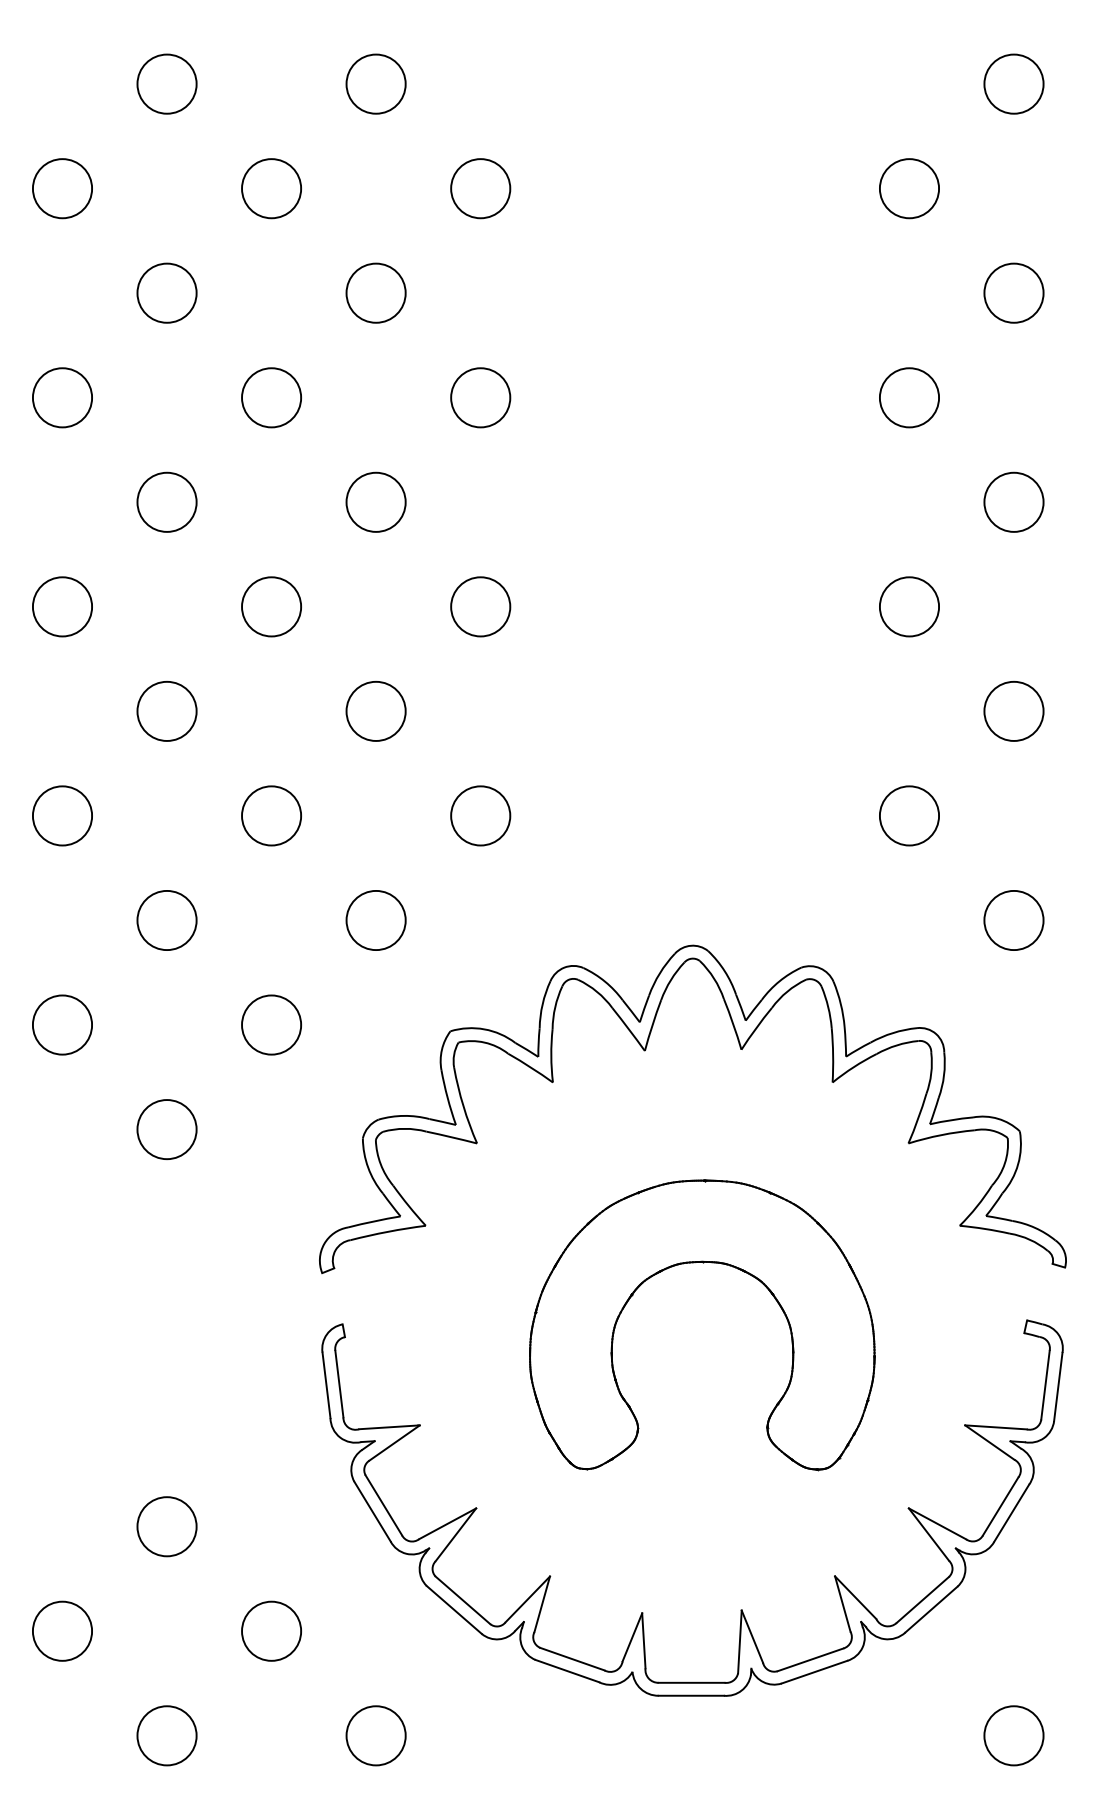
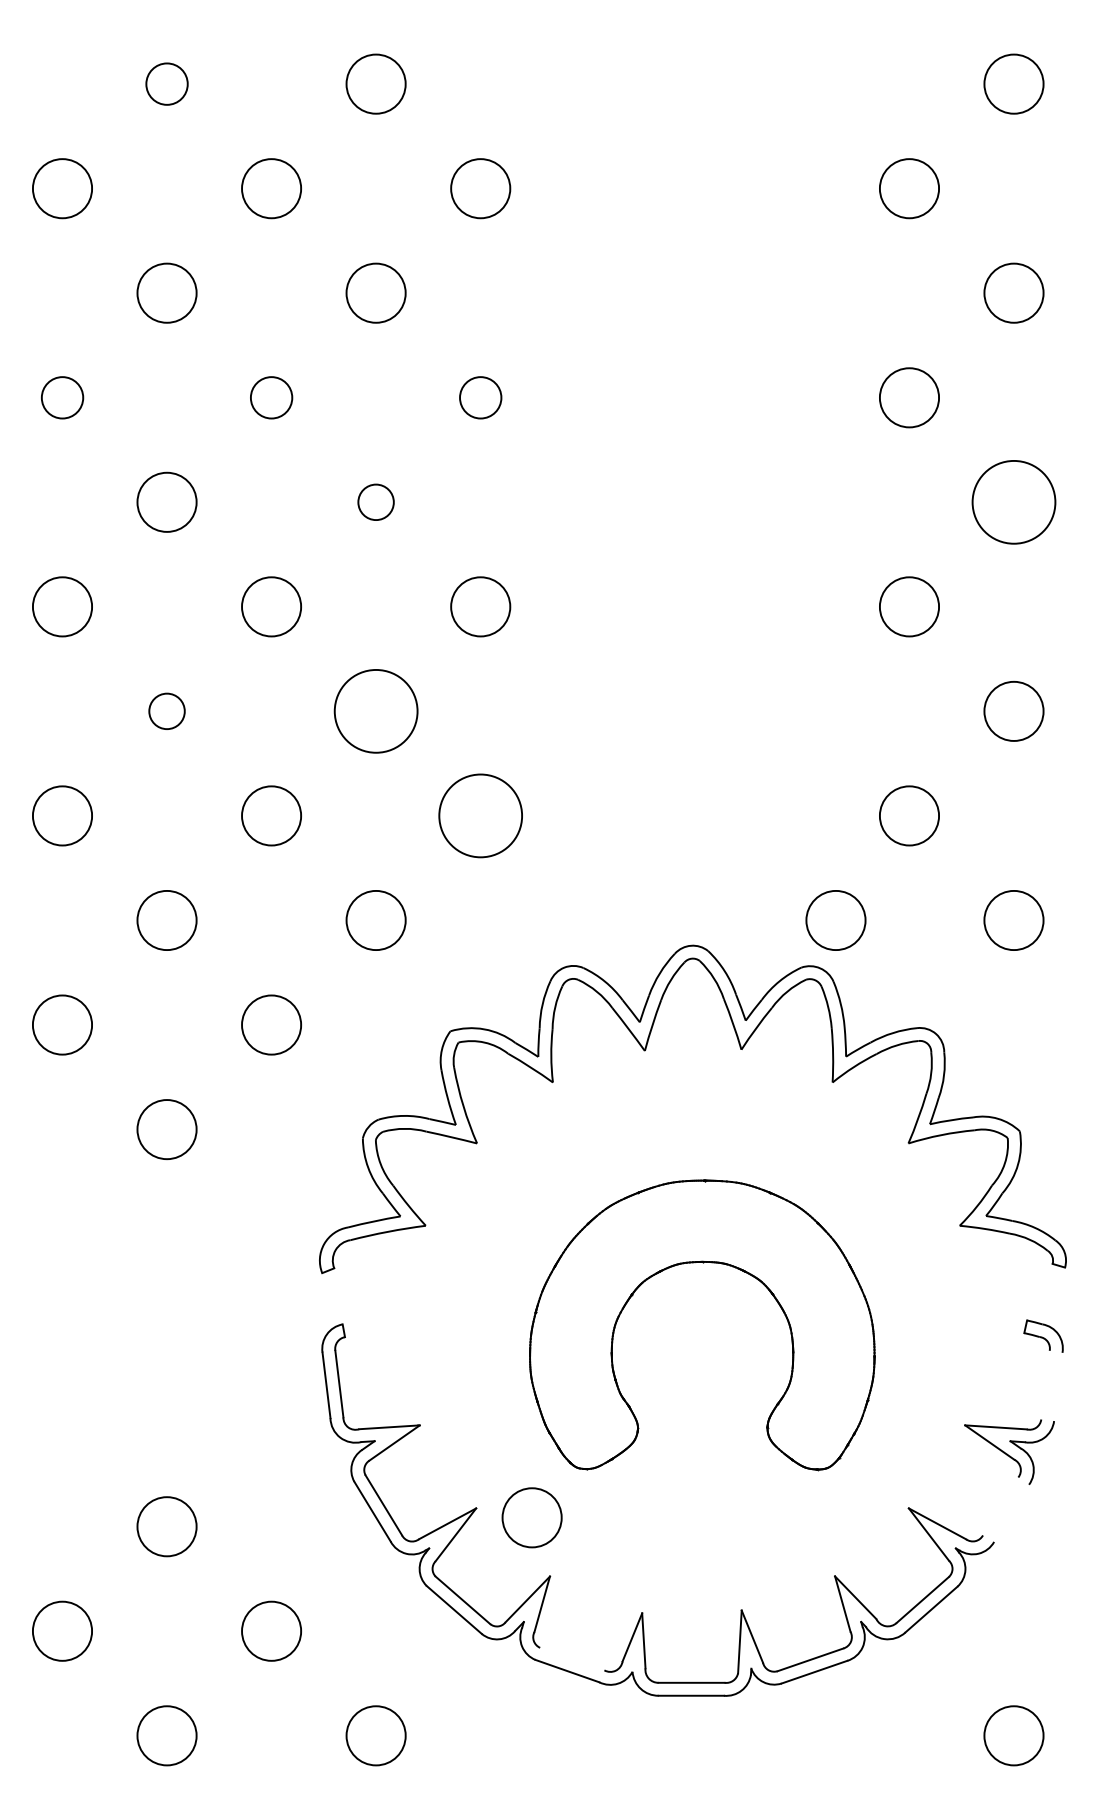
circle at (166, 83) diameter: 59 px -> 41 px
circle at (62, 397) diameter: 59 px -> 41 px
circle at (271, 397) diameter: 59 px -> 41 px
circle at (480, 397) diameter: 59 px -> 41 px
circle at (375, 501) diameter: 59 px -> 35 px
circle at (1013, 501) diameter: 59 px -> 83 px
circle at (166, 710) diameter: 59 px -> 35 px
circle at (375, 711) size: 62x61 px -> 86x85 px
circle at (480, 815) diameter: 59 px -> 83 px
circle at (835, 920): none -> present
line at (1045, 1384): present -> none
line at (1058, 1386): present -> none
line at (1000, 1506): present -> none
line at (1011, 1512): present -> none
circle at (531, 1517): none -> present
line at (572, 1658): present -> none
